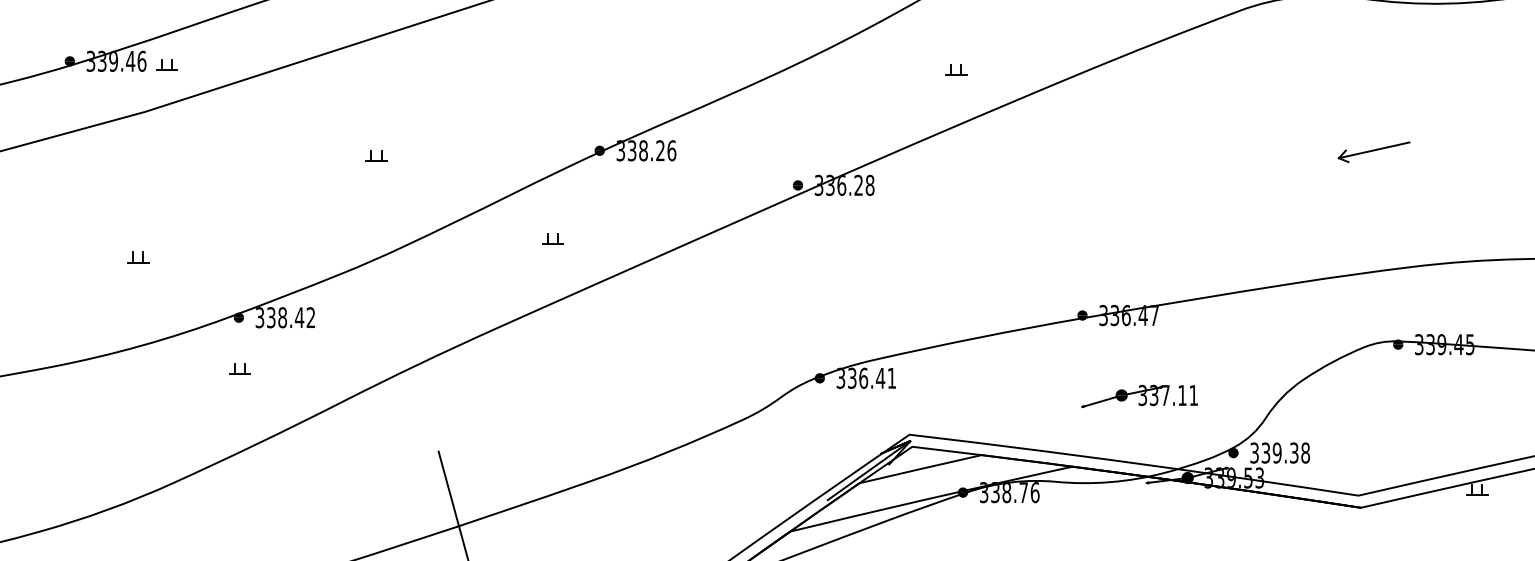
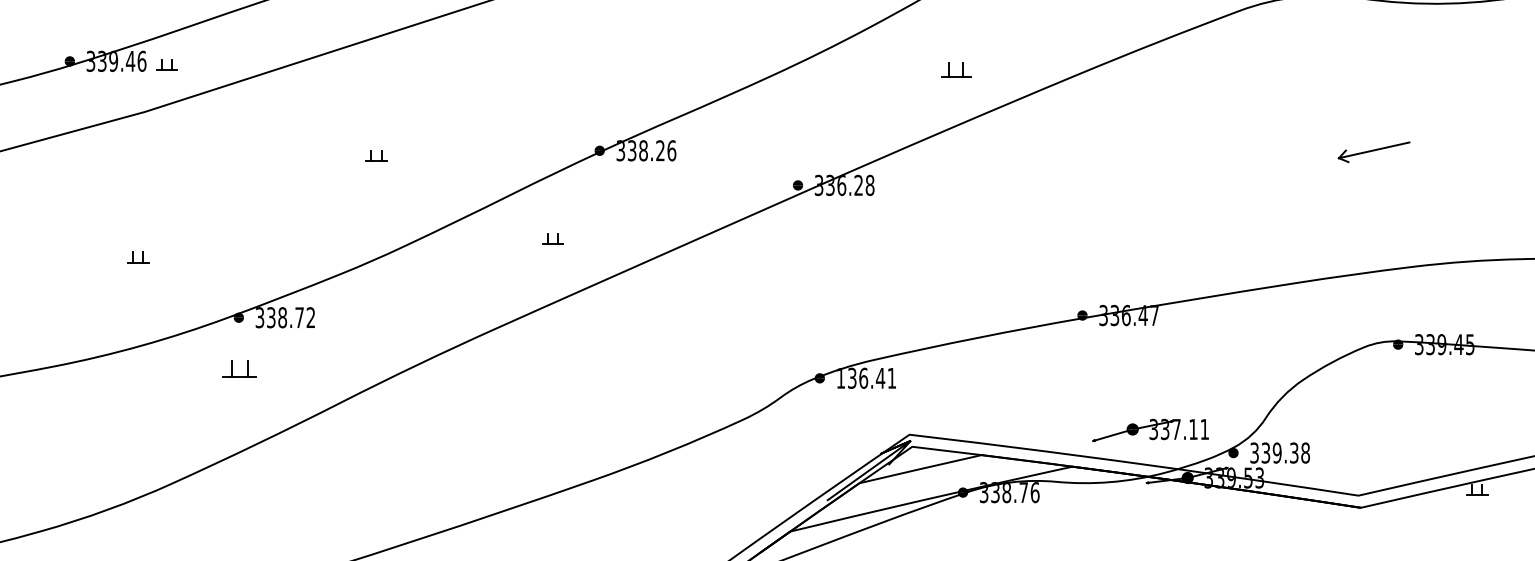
part at (956, 69) size: 23x12 px -> 31x16 px
text at (299, 317): 338.42 -> 338.72
part at (239, 368) size: 22x12 px -> 35x18 px
text at (840, 377): 336.41 -> 136.41
part at (1139, 396) position: (1139, 396) -> (1150, 430)
line at (452, 504): present -> none
